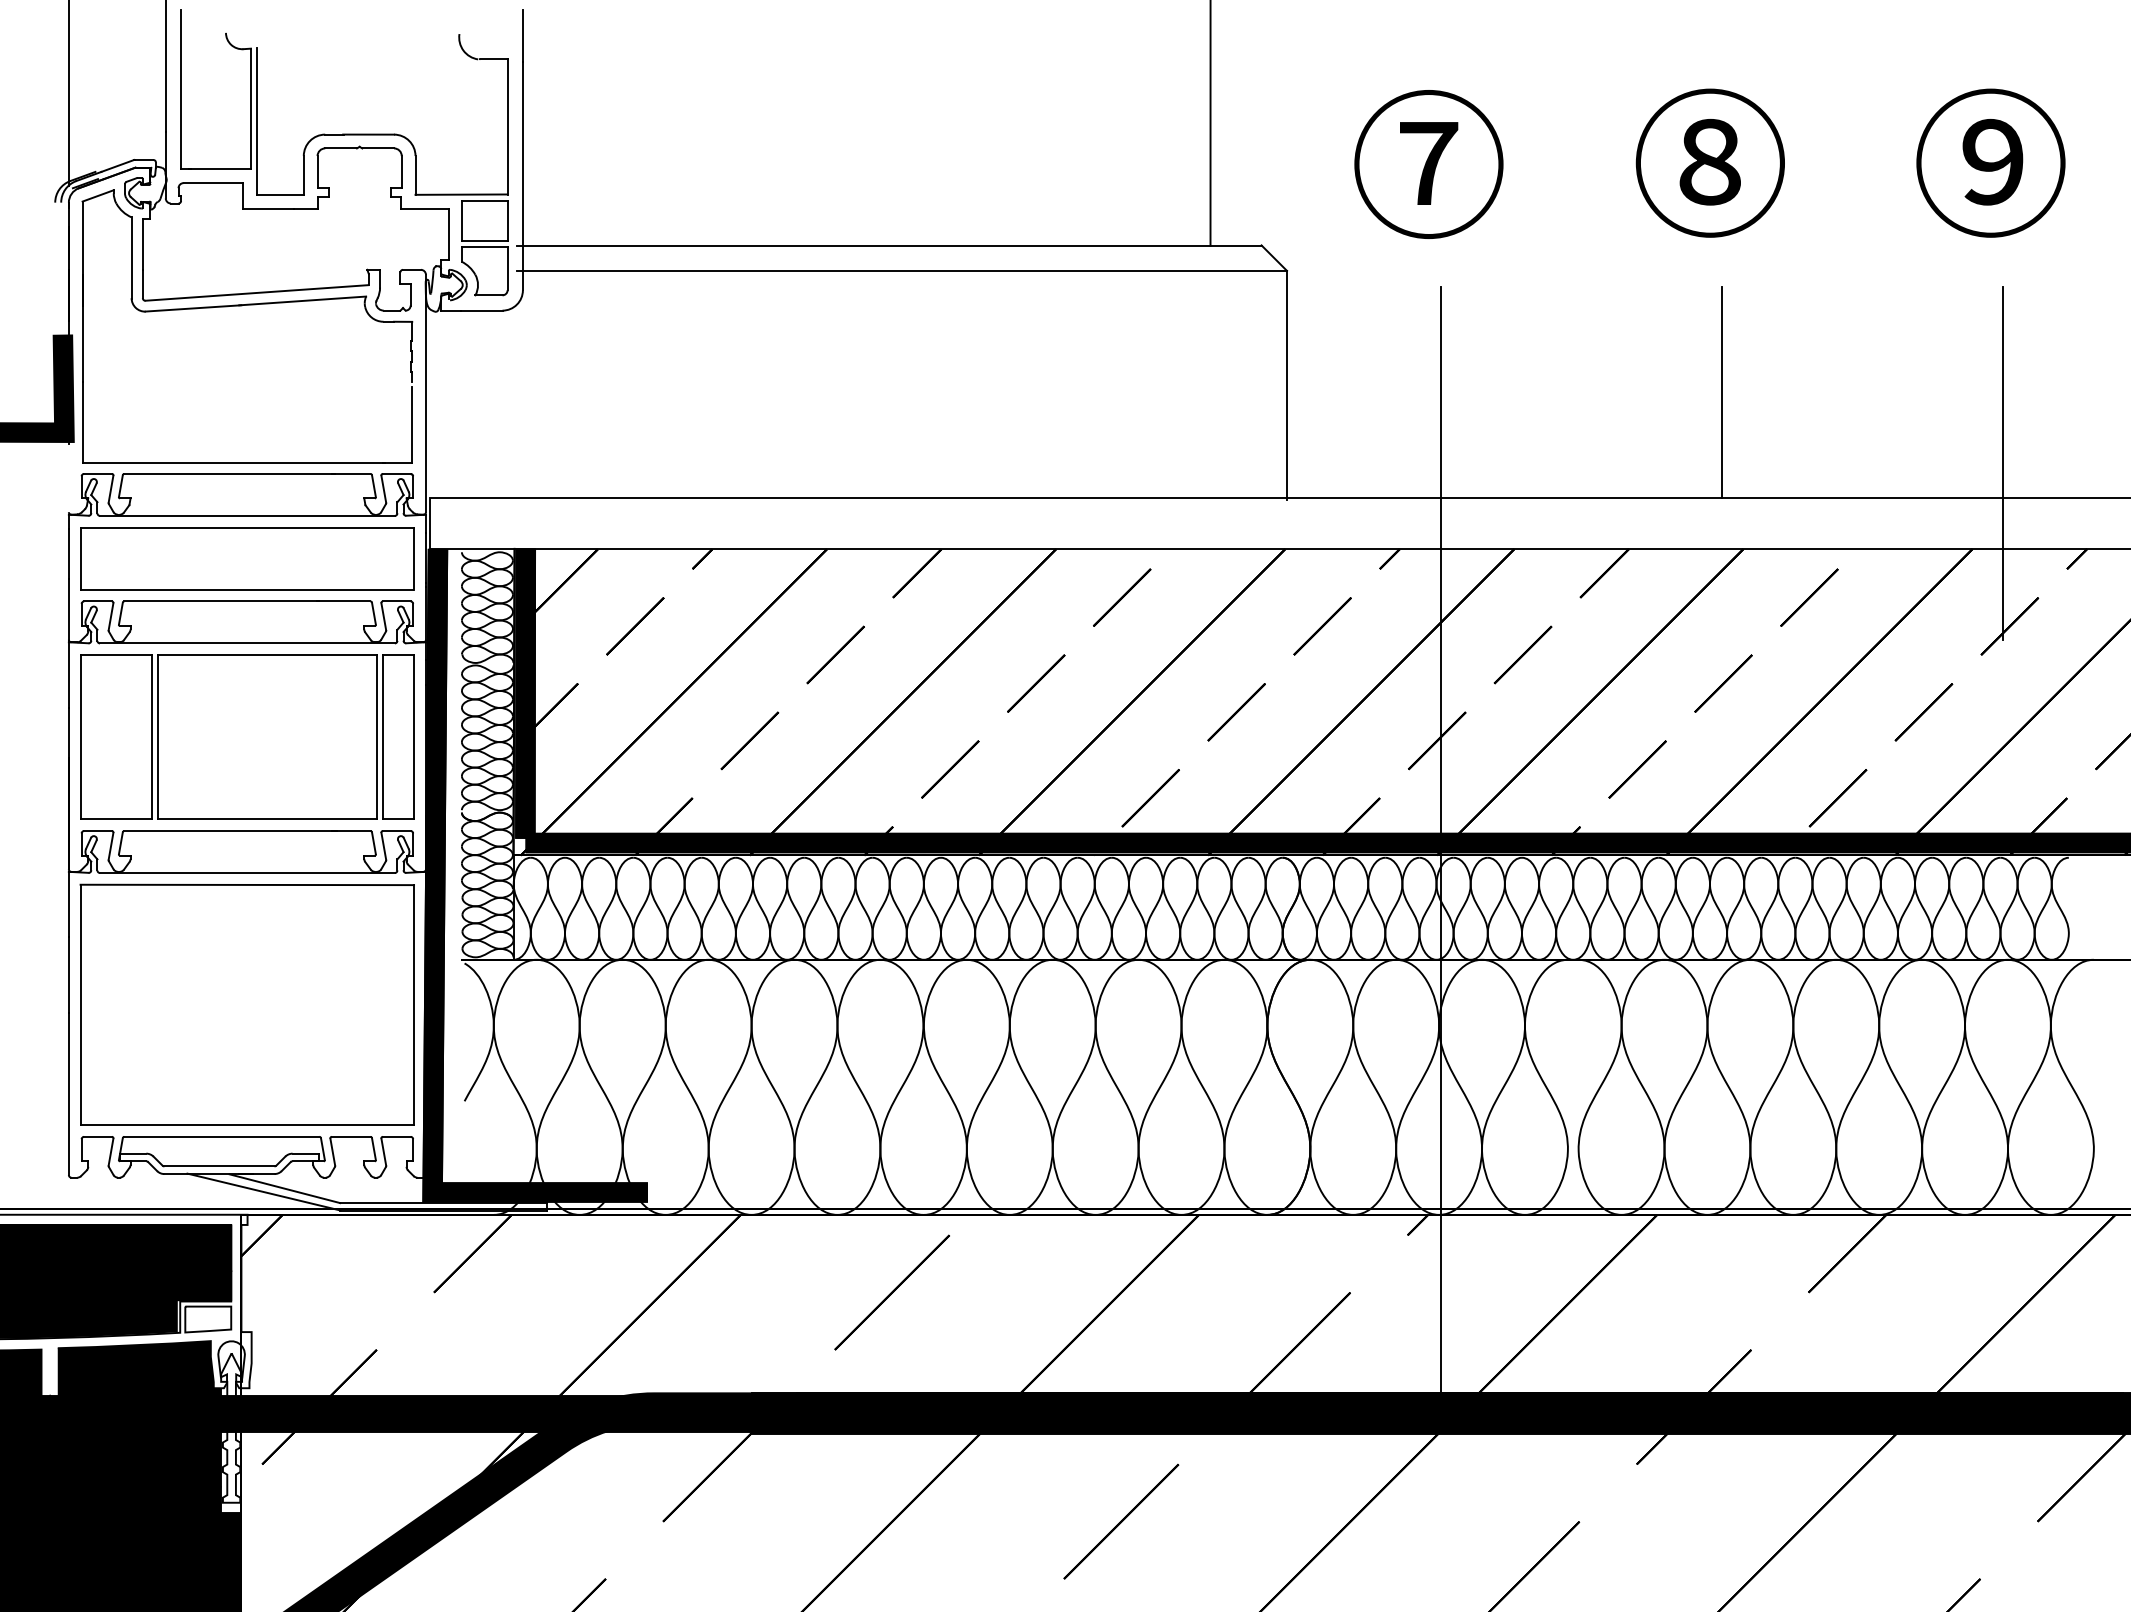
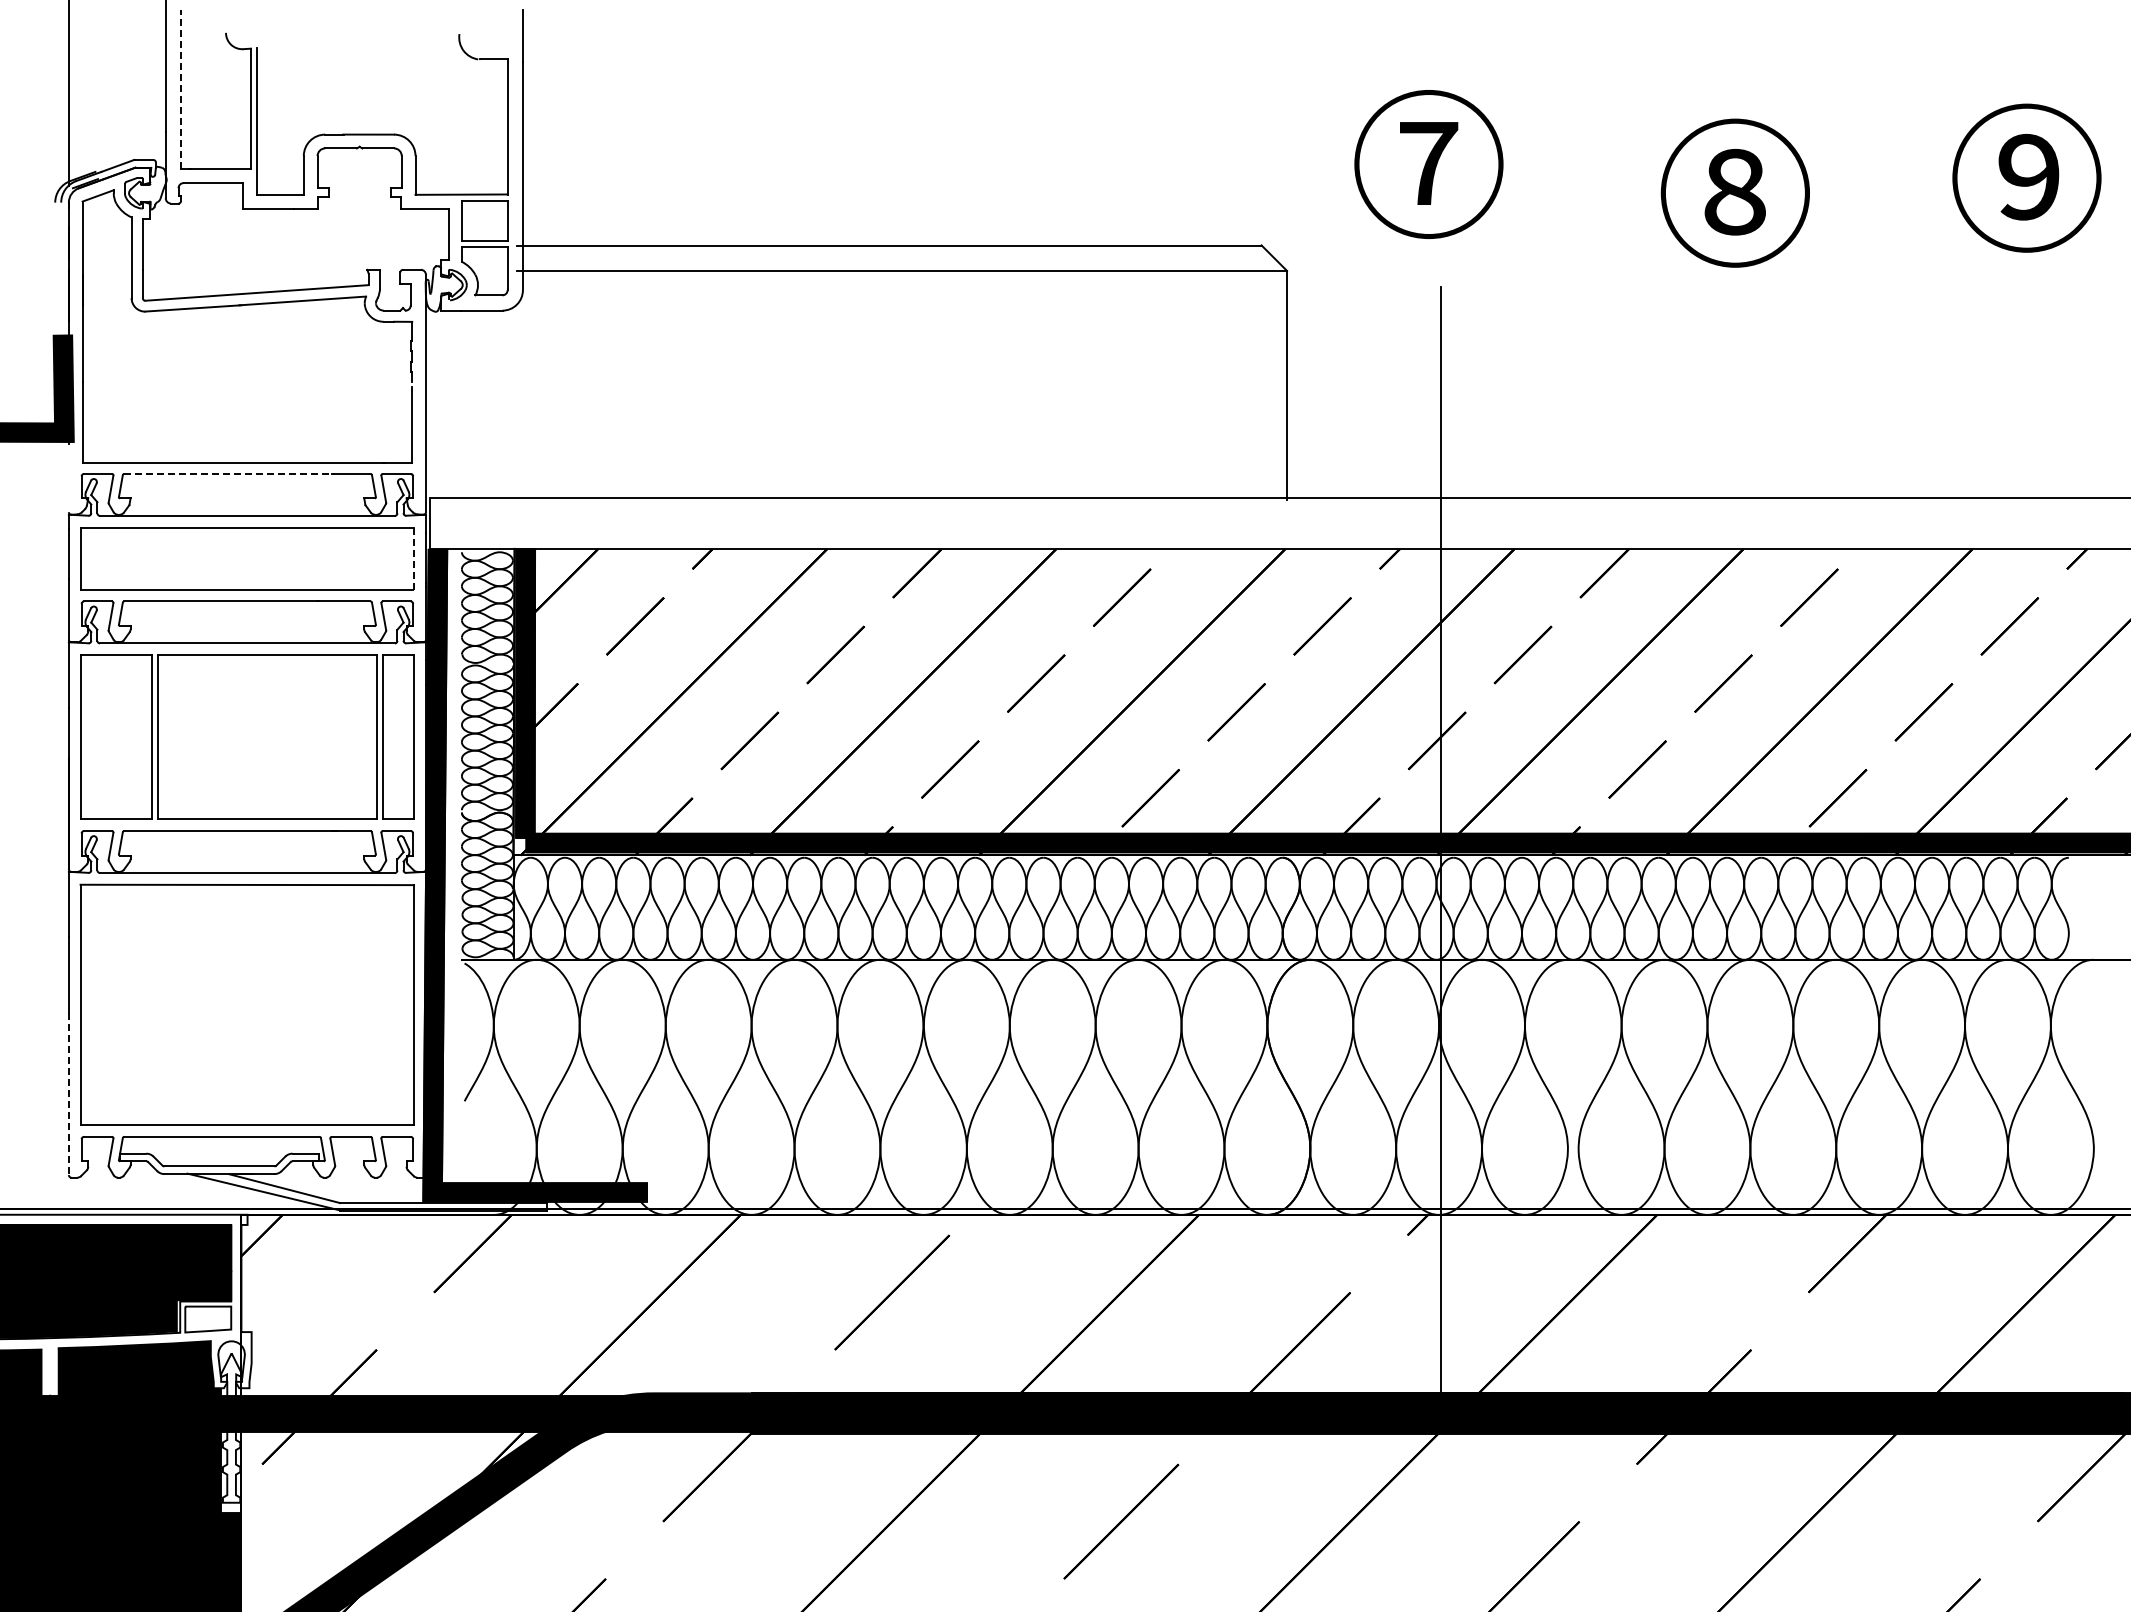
line at (181, 89): solid -> dashed
line at (1210, 123): present -> none
text at (1709, 162) position: (1709, 162) -> (1734, 192)
text at (1990, 162) position: (1990, 162) -> (2026, 177)
line at (1721, 391): present -> none
line at (2002, 463): present -> none
line at (230, 473): solid -> dashed
line at (414, 559): solid -> dashed
line at (68, 1094): solid -> dashed
